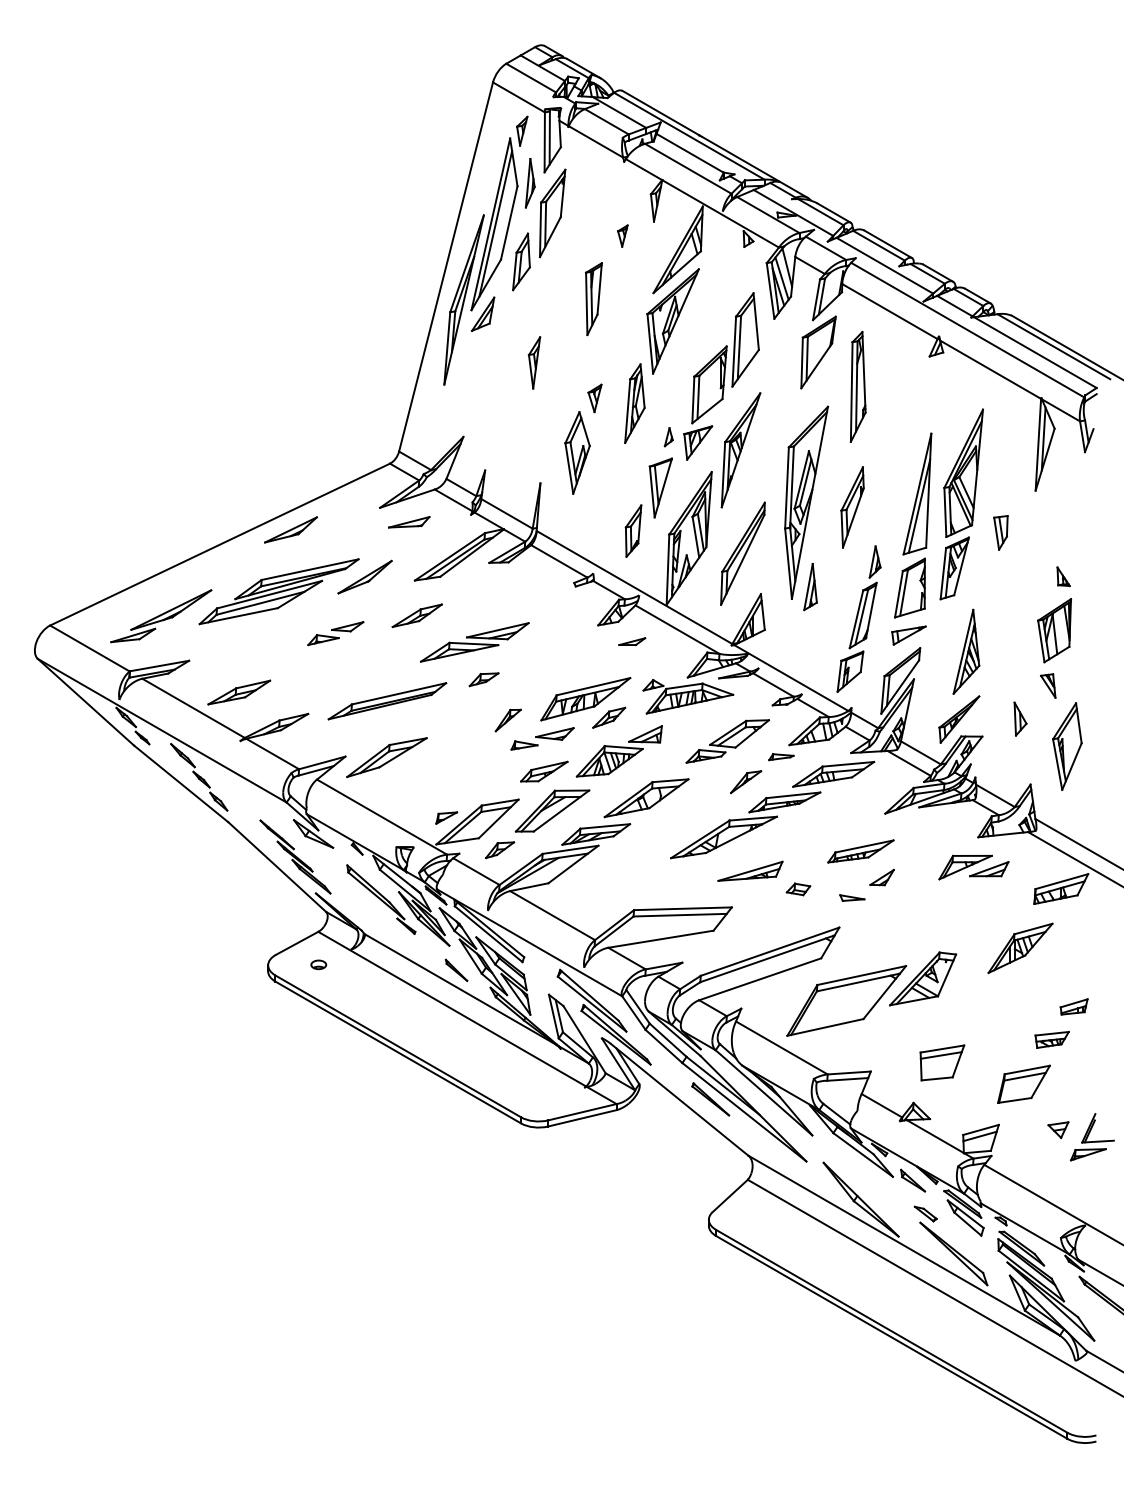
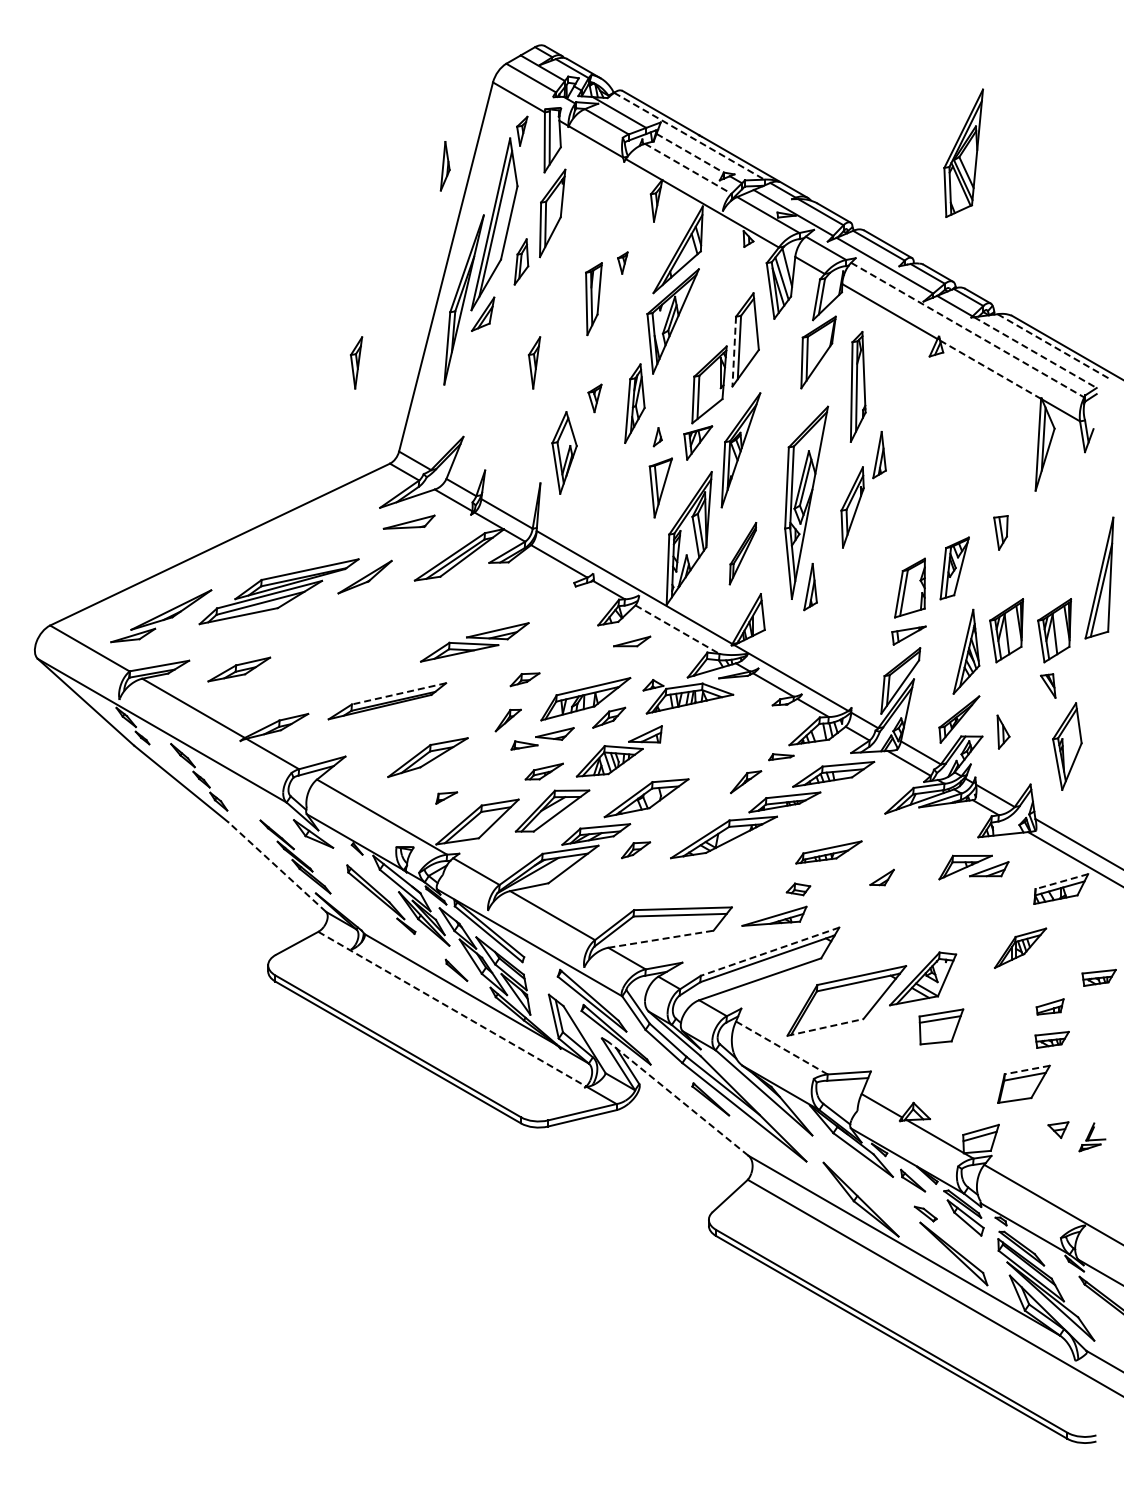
line at (689, 136): solid -> dashed
line at (690, 153): solid -> dashed
line at (688, 168): solid -> dashed
part at (529, 183) position: (529, 183) -> (444, 166)
part at (622, 235) position: (622, 235) -> (622, 262)
part at (521, 261) size: 19x60 px -> 17x48 px
line at (967, 330): solid -> dashed
line at (1054, 346): solid -> dashed
line at (734, 351): solid -> dashed
line at (1035, 352): solid -> dashed
part at (356, 362): none -> present
line at (990, 369): solid -> dashed
part at (668, 437) position: (668, 437) -> (657, 437)
part at (577, 452) position: (577, 452) -> (564, 452)
part at (879, 455): none -> present
part at (963, 472) position: (963, 472) -> (963, 152)
part at (917, 493) position: (917, 493) -> (1099, 577)
part at (409, 522) size: 43x13 px -> 54x16 px
part at (290, 529): present -> none
part at (633, 530): present -> none
part at (742, 553) size: 46x105 px -> 30x64 px
part at (1063, 576): present -> none
part at (416, 615): present -> none
part at (858, 618): present -> none
line at (677, 629): solid -> dashed
part at (1006, 630): none -> present
part at (335, 633): present -> none
part at (632, 641) size: 29x10 px -> 39x13 px
part at (483, 679) position: (483, 679) -> (524, 679)
part at (239, 692) position: (239, 692) -> (239, 669)
line at (398, 693): solid -> dashed
part at (1020, 718) position: (1020, 718) -> (1003, 731)
part at (727, 741): present -> none
part at (386, 757) position: (386, 757) -> (427, 757)
part at (544, 771) size: 49x23 px -> 40x19 px
part at (446, 817) position: (446, 817) -> (446, 797)
part at (500, 850) position: (500, 850) -> (636, 850)
part at (860, 851) position: (860, 851) -> (828, 852)
line at (276, 866): solid -> dashed
part at (750, 870) position: (750, 870) -> (774, 915)
line at (1061, 881): solid -> dashed
part at (852, 897): present -> none
line at (661, 939): solid -> dashed
part at (1020, 947) size: 67x52 px -> 54x42 px
line at (769, 951): solid -> dashed
part at (318, 964): present -> none
part at (1098, 977): none -> present
part at (1073, 1006) position: (1073, 1006) -> (1049, 1006)
line at (452, 1009): solid -> dashed
line at (825, 1027): solid -> dashed
line at (781, 1047): solid -> dashed
part at (942, 1062) position: (942, 1062) -> (941, 1026)
line at (1027, 1070): solid -> dashed
line at (679, 1099): solid -> dashed
part at (1092, 1137) size: 45x49 px -> 29x31 px
